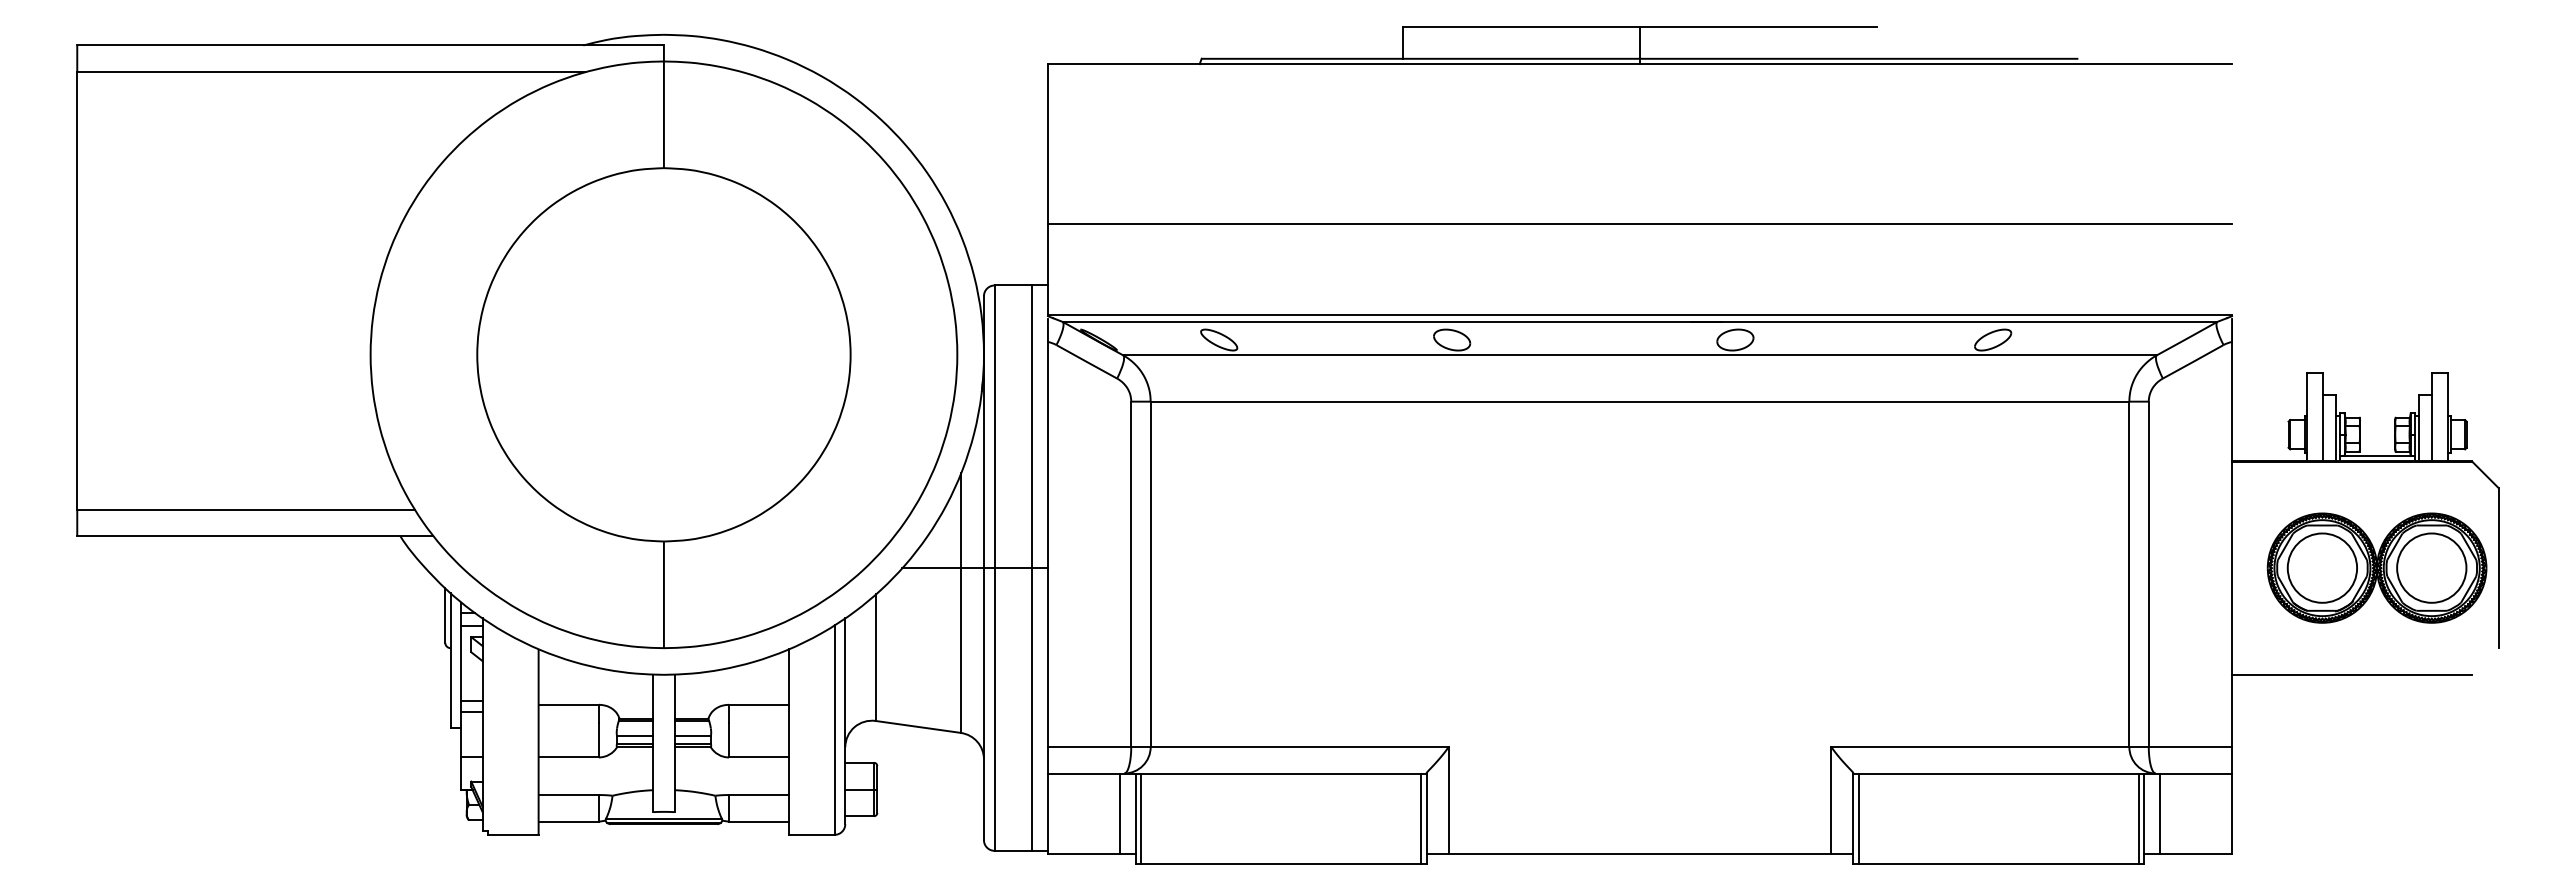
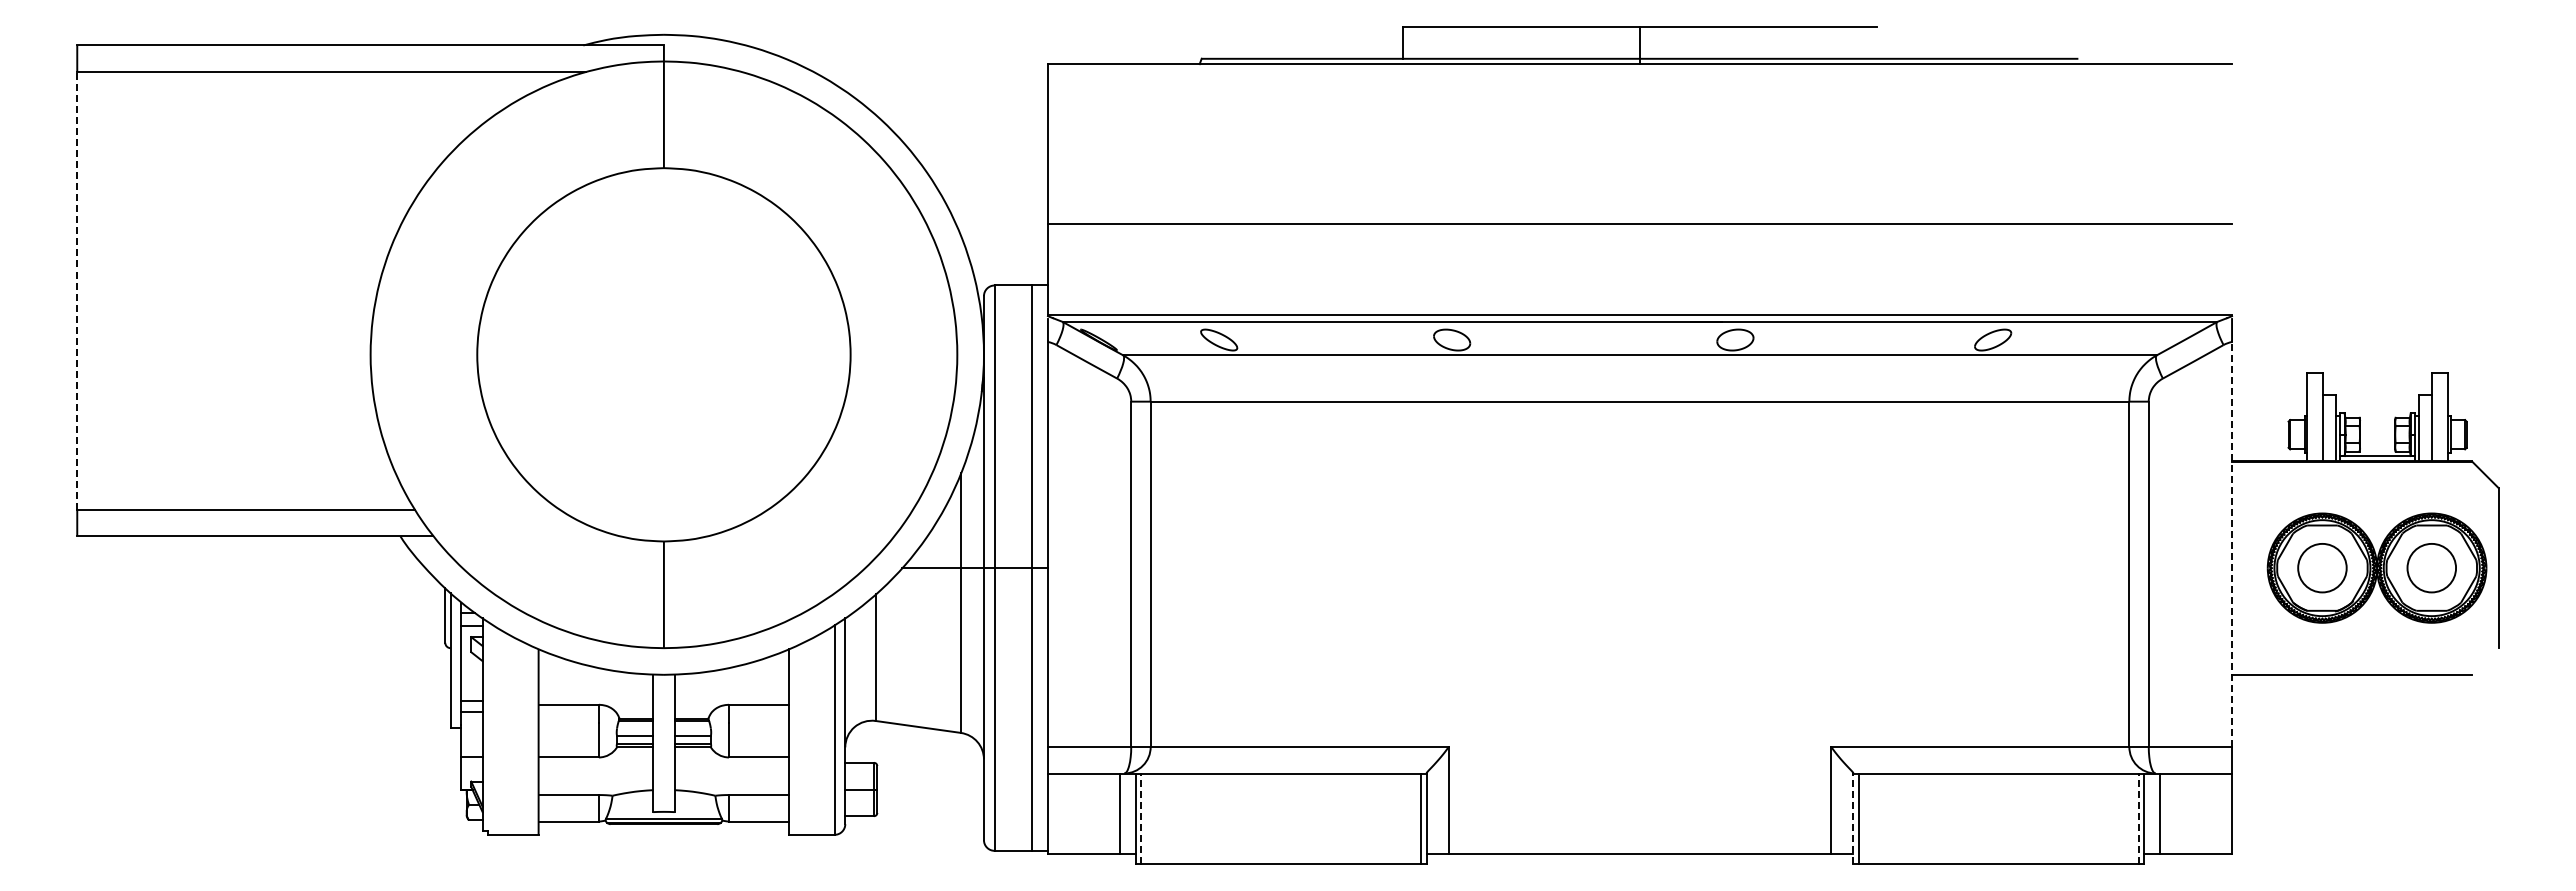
line at (77, 290): solid -> dashed
line at (2232, 543): solid -> dashed
circle at (2322, 567) diameter: 69 px -> 49 px
circle at (2431, 567) diameter: 69 px -> 49 px
line at (1141, 818): solid -> dashed
line at (1853, 818): solid -> dashed
line at (2138, 818): solid -> dashed
